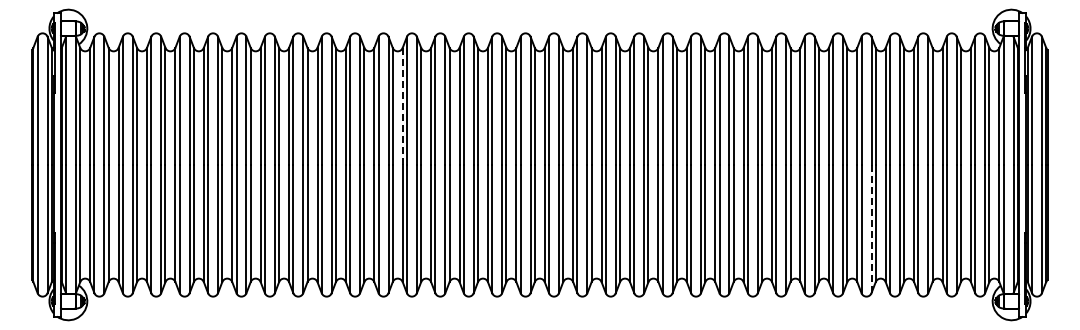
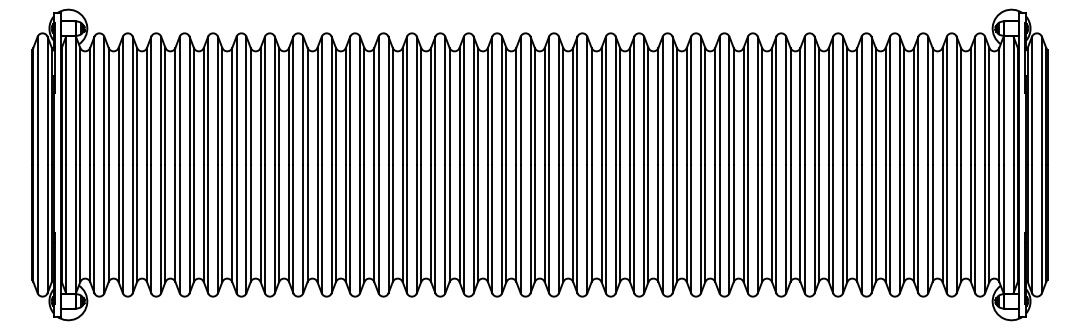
line at (402, 106): dashed -> solid
line at (871, 229): dashed -> solid
